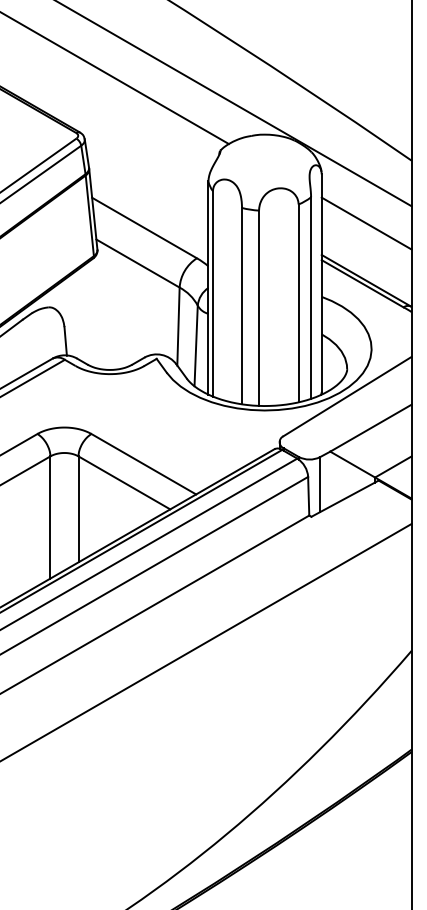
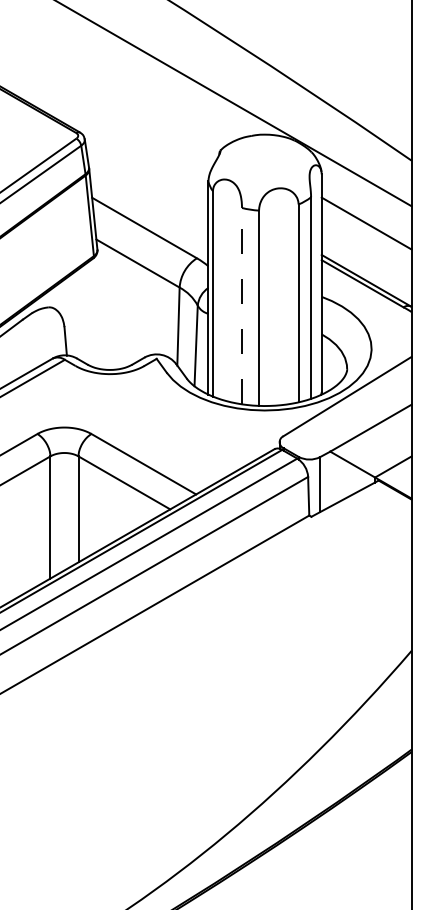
line at (115, 78): present -> none
line at (242, 305): solid -> dashed
line at (206, 641): present -> none
